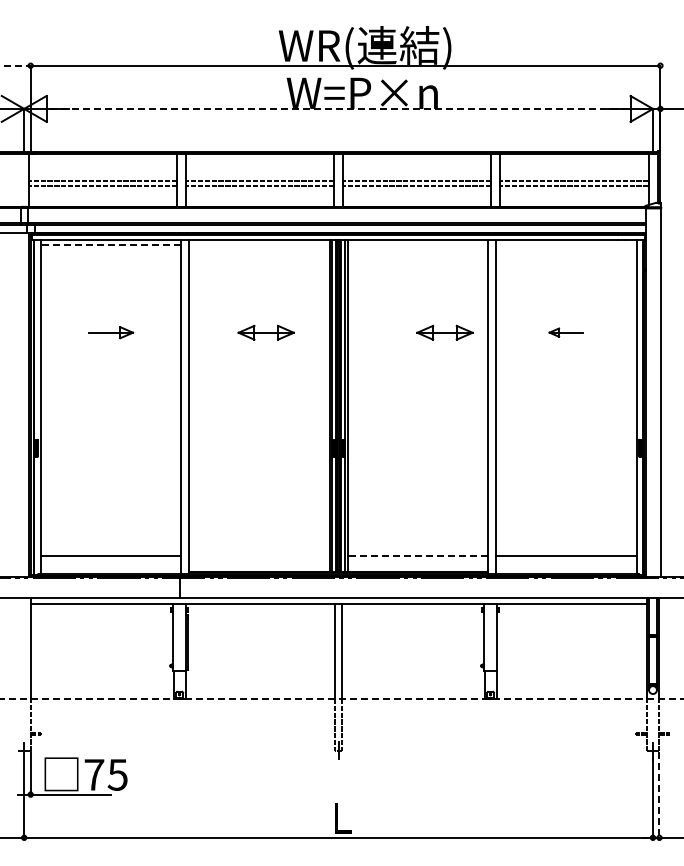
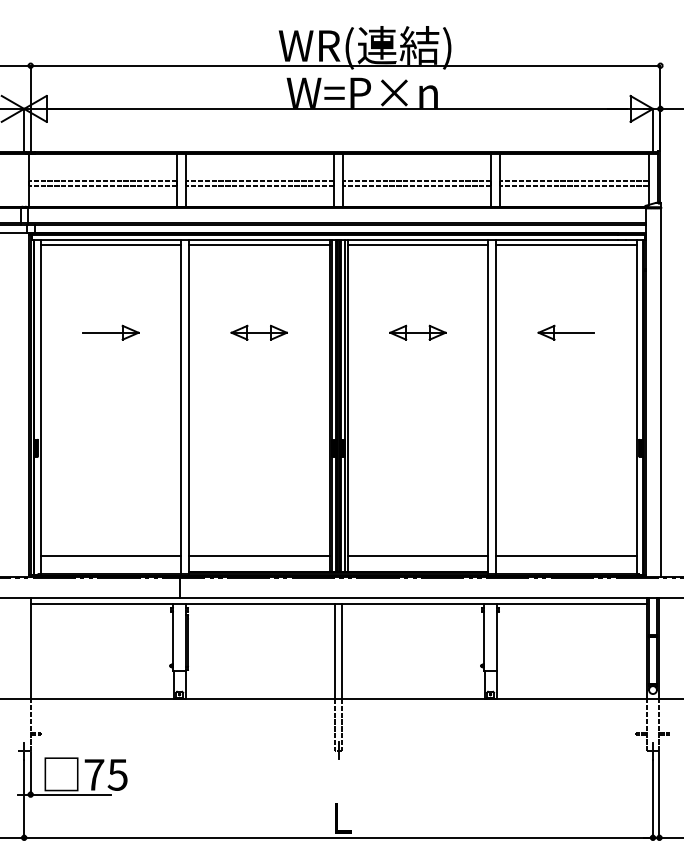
line at (15, 65): dashed -> solid
line at (339, 108): dashed -> solid
line at (110, 245): dashed -> solid
line at (258, 245): none -> present
line at (417, 245): none -> present
line at (566, 245): none -> present
part at (111, 332) size: 47x14 px -> 58x17 px
part at (265, 332) position: (265, 332) -> (258, 332)
part at (444, 332) position: (444, 332) -> (417, 332)
part at (565, 332) size: 36x11 px -> 58x17 px
line at (258, 555): none -> present
line at (417, 555): dashed -> solid
line at (342, 698): dashed -> solid
line at (659, 795): dashed -> solid
